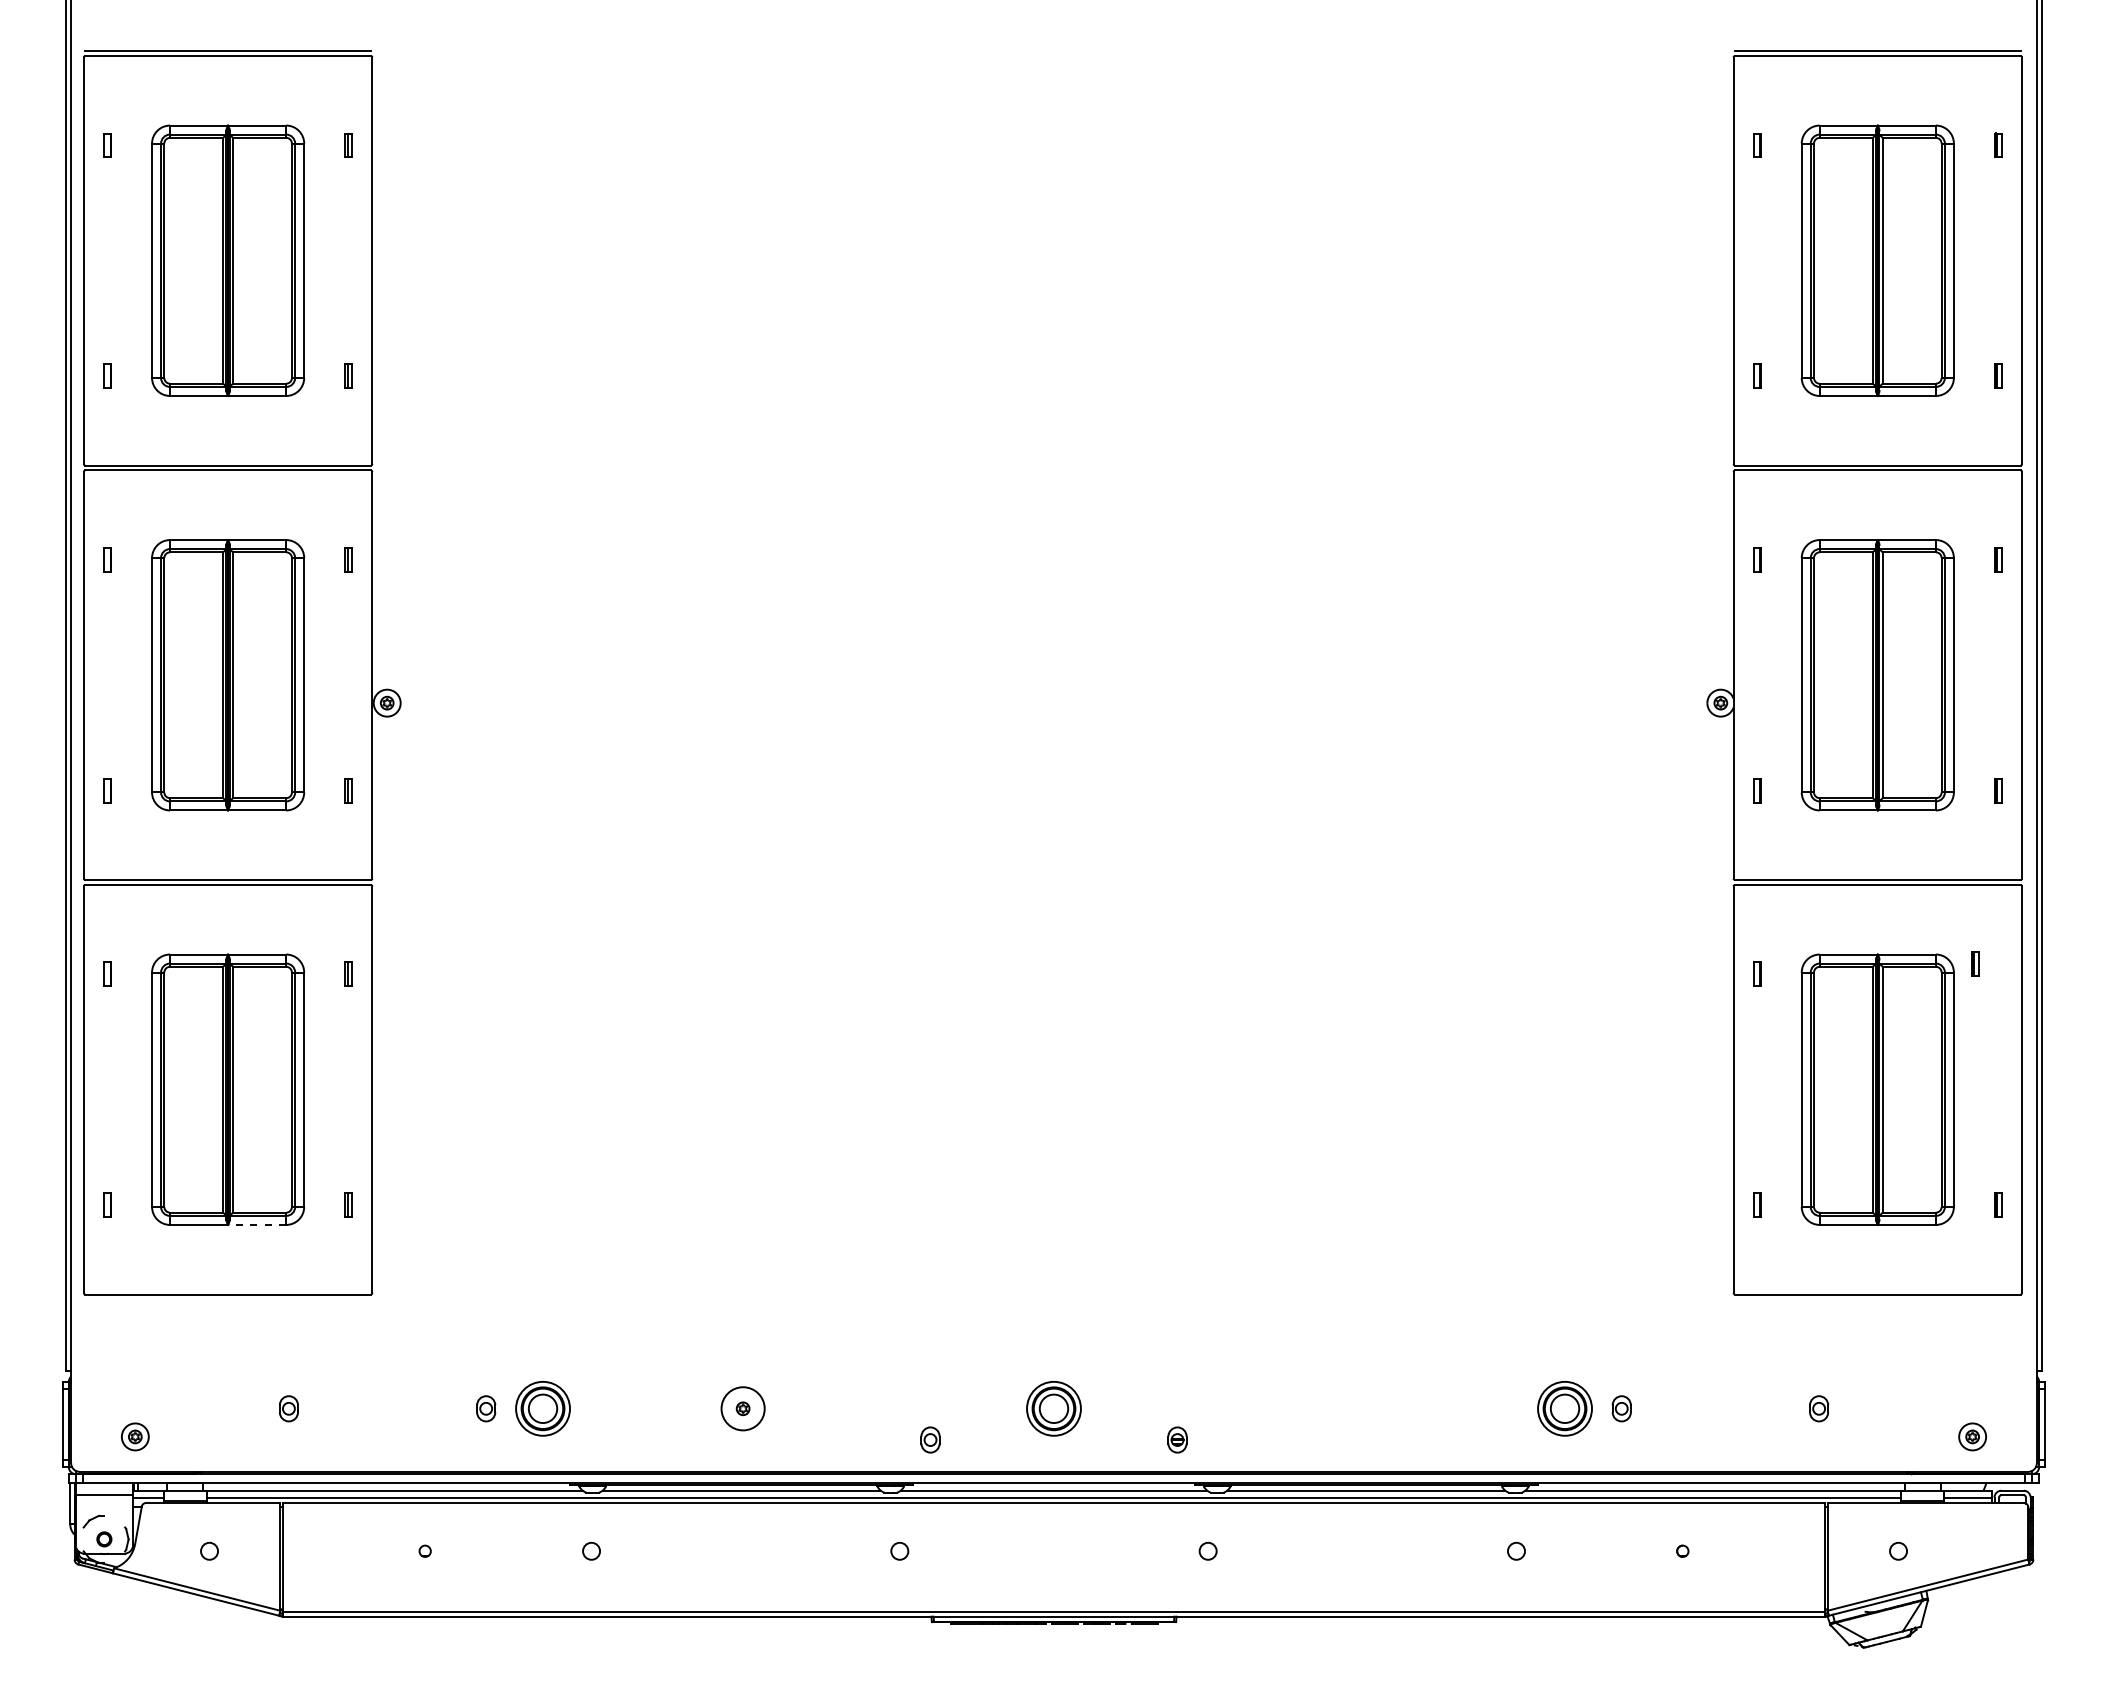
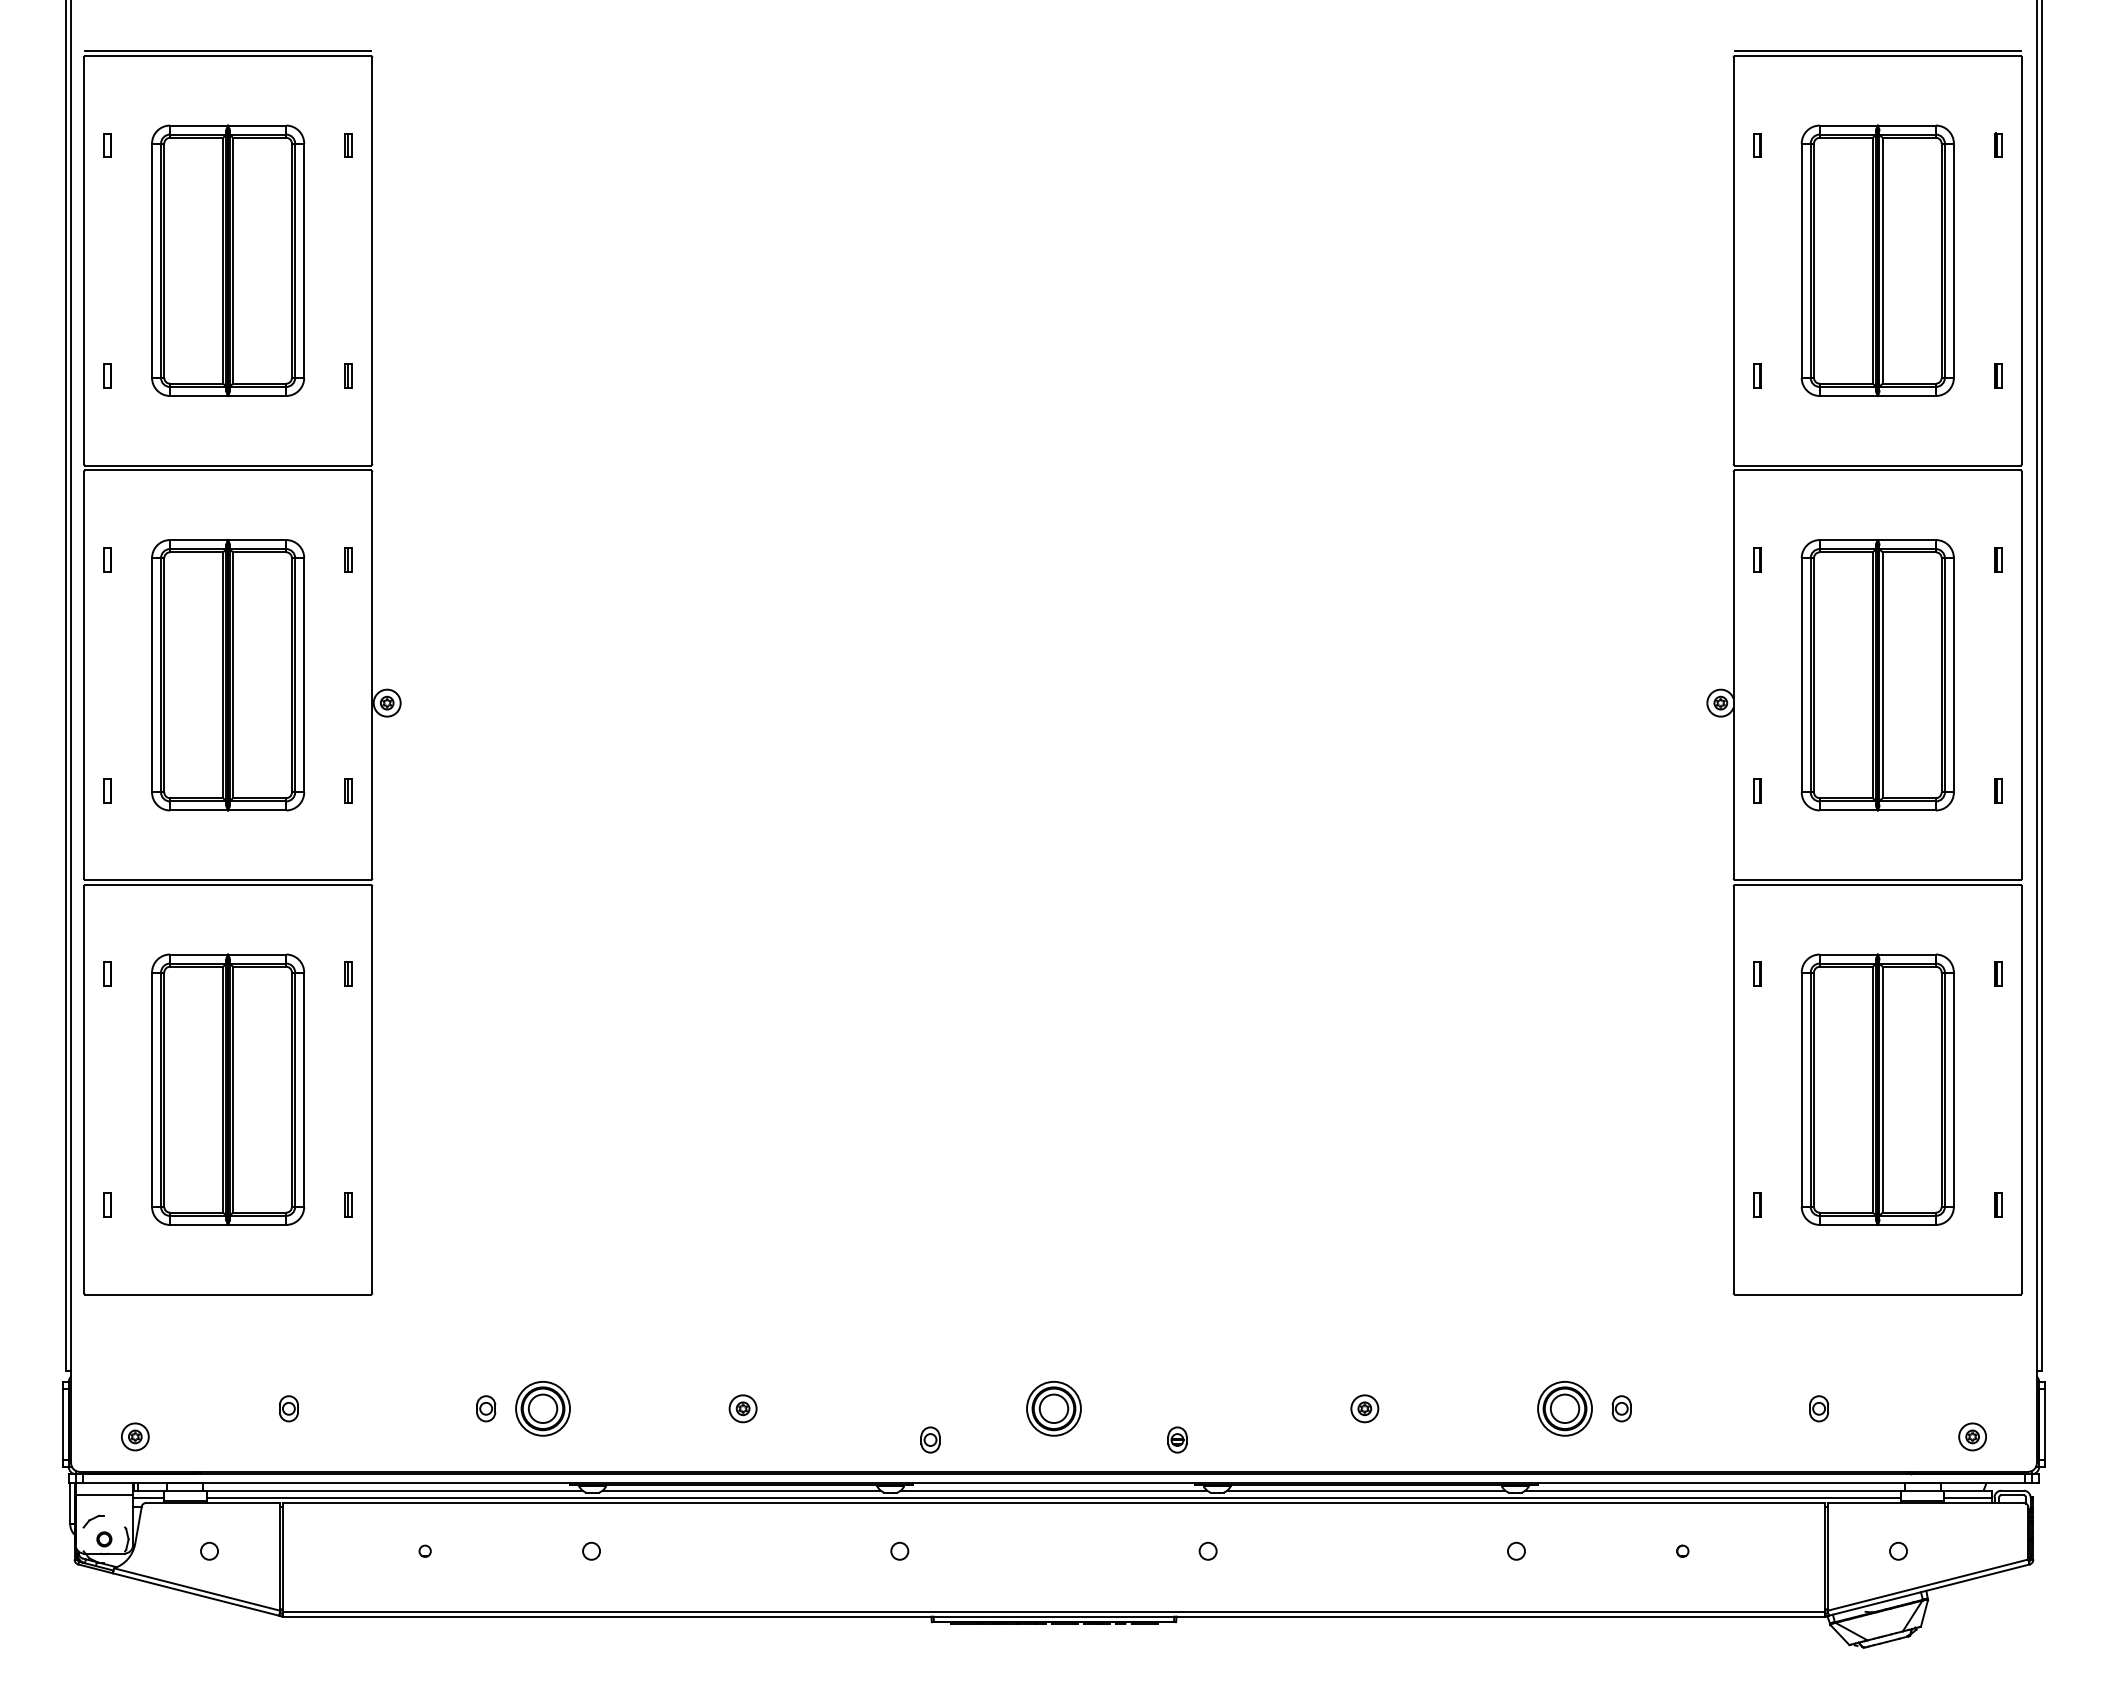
part at (1975, 963) position: (1975, 963) -> (1998, 973)
line at (256, 1224): dashed -> solid
circle at (742, 1408) diameter: 43 px -> 27 px
part at (1364, 1408): none -> present
